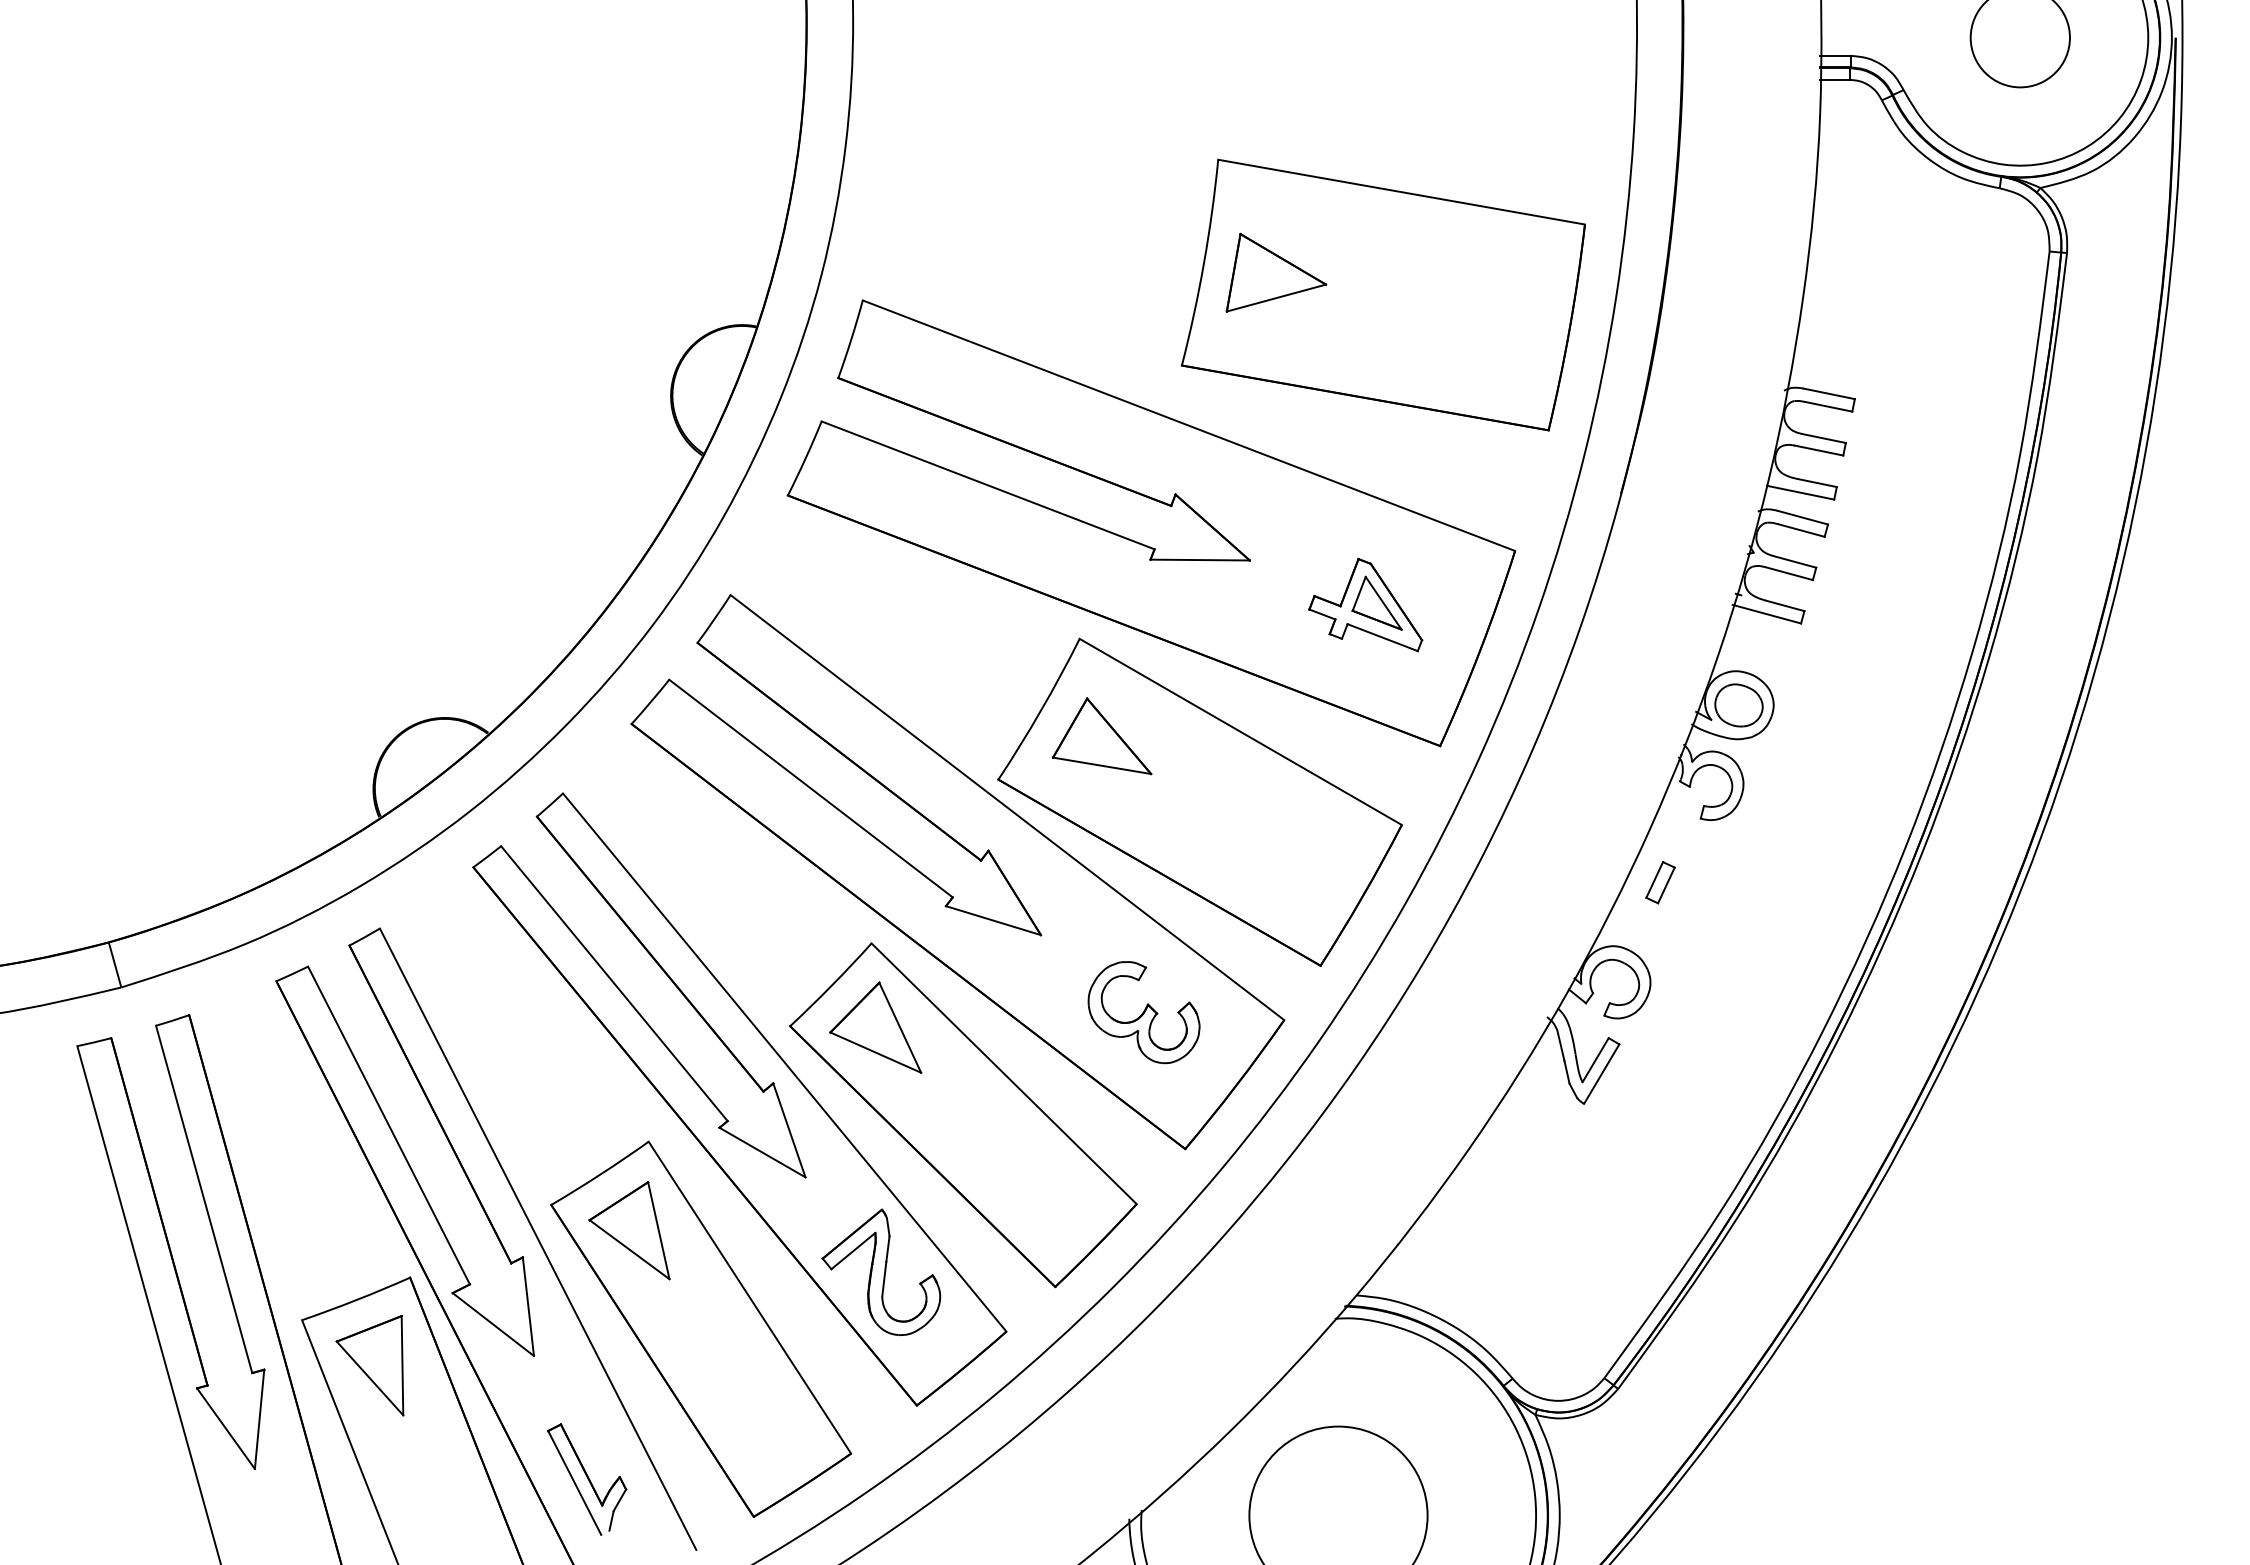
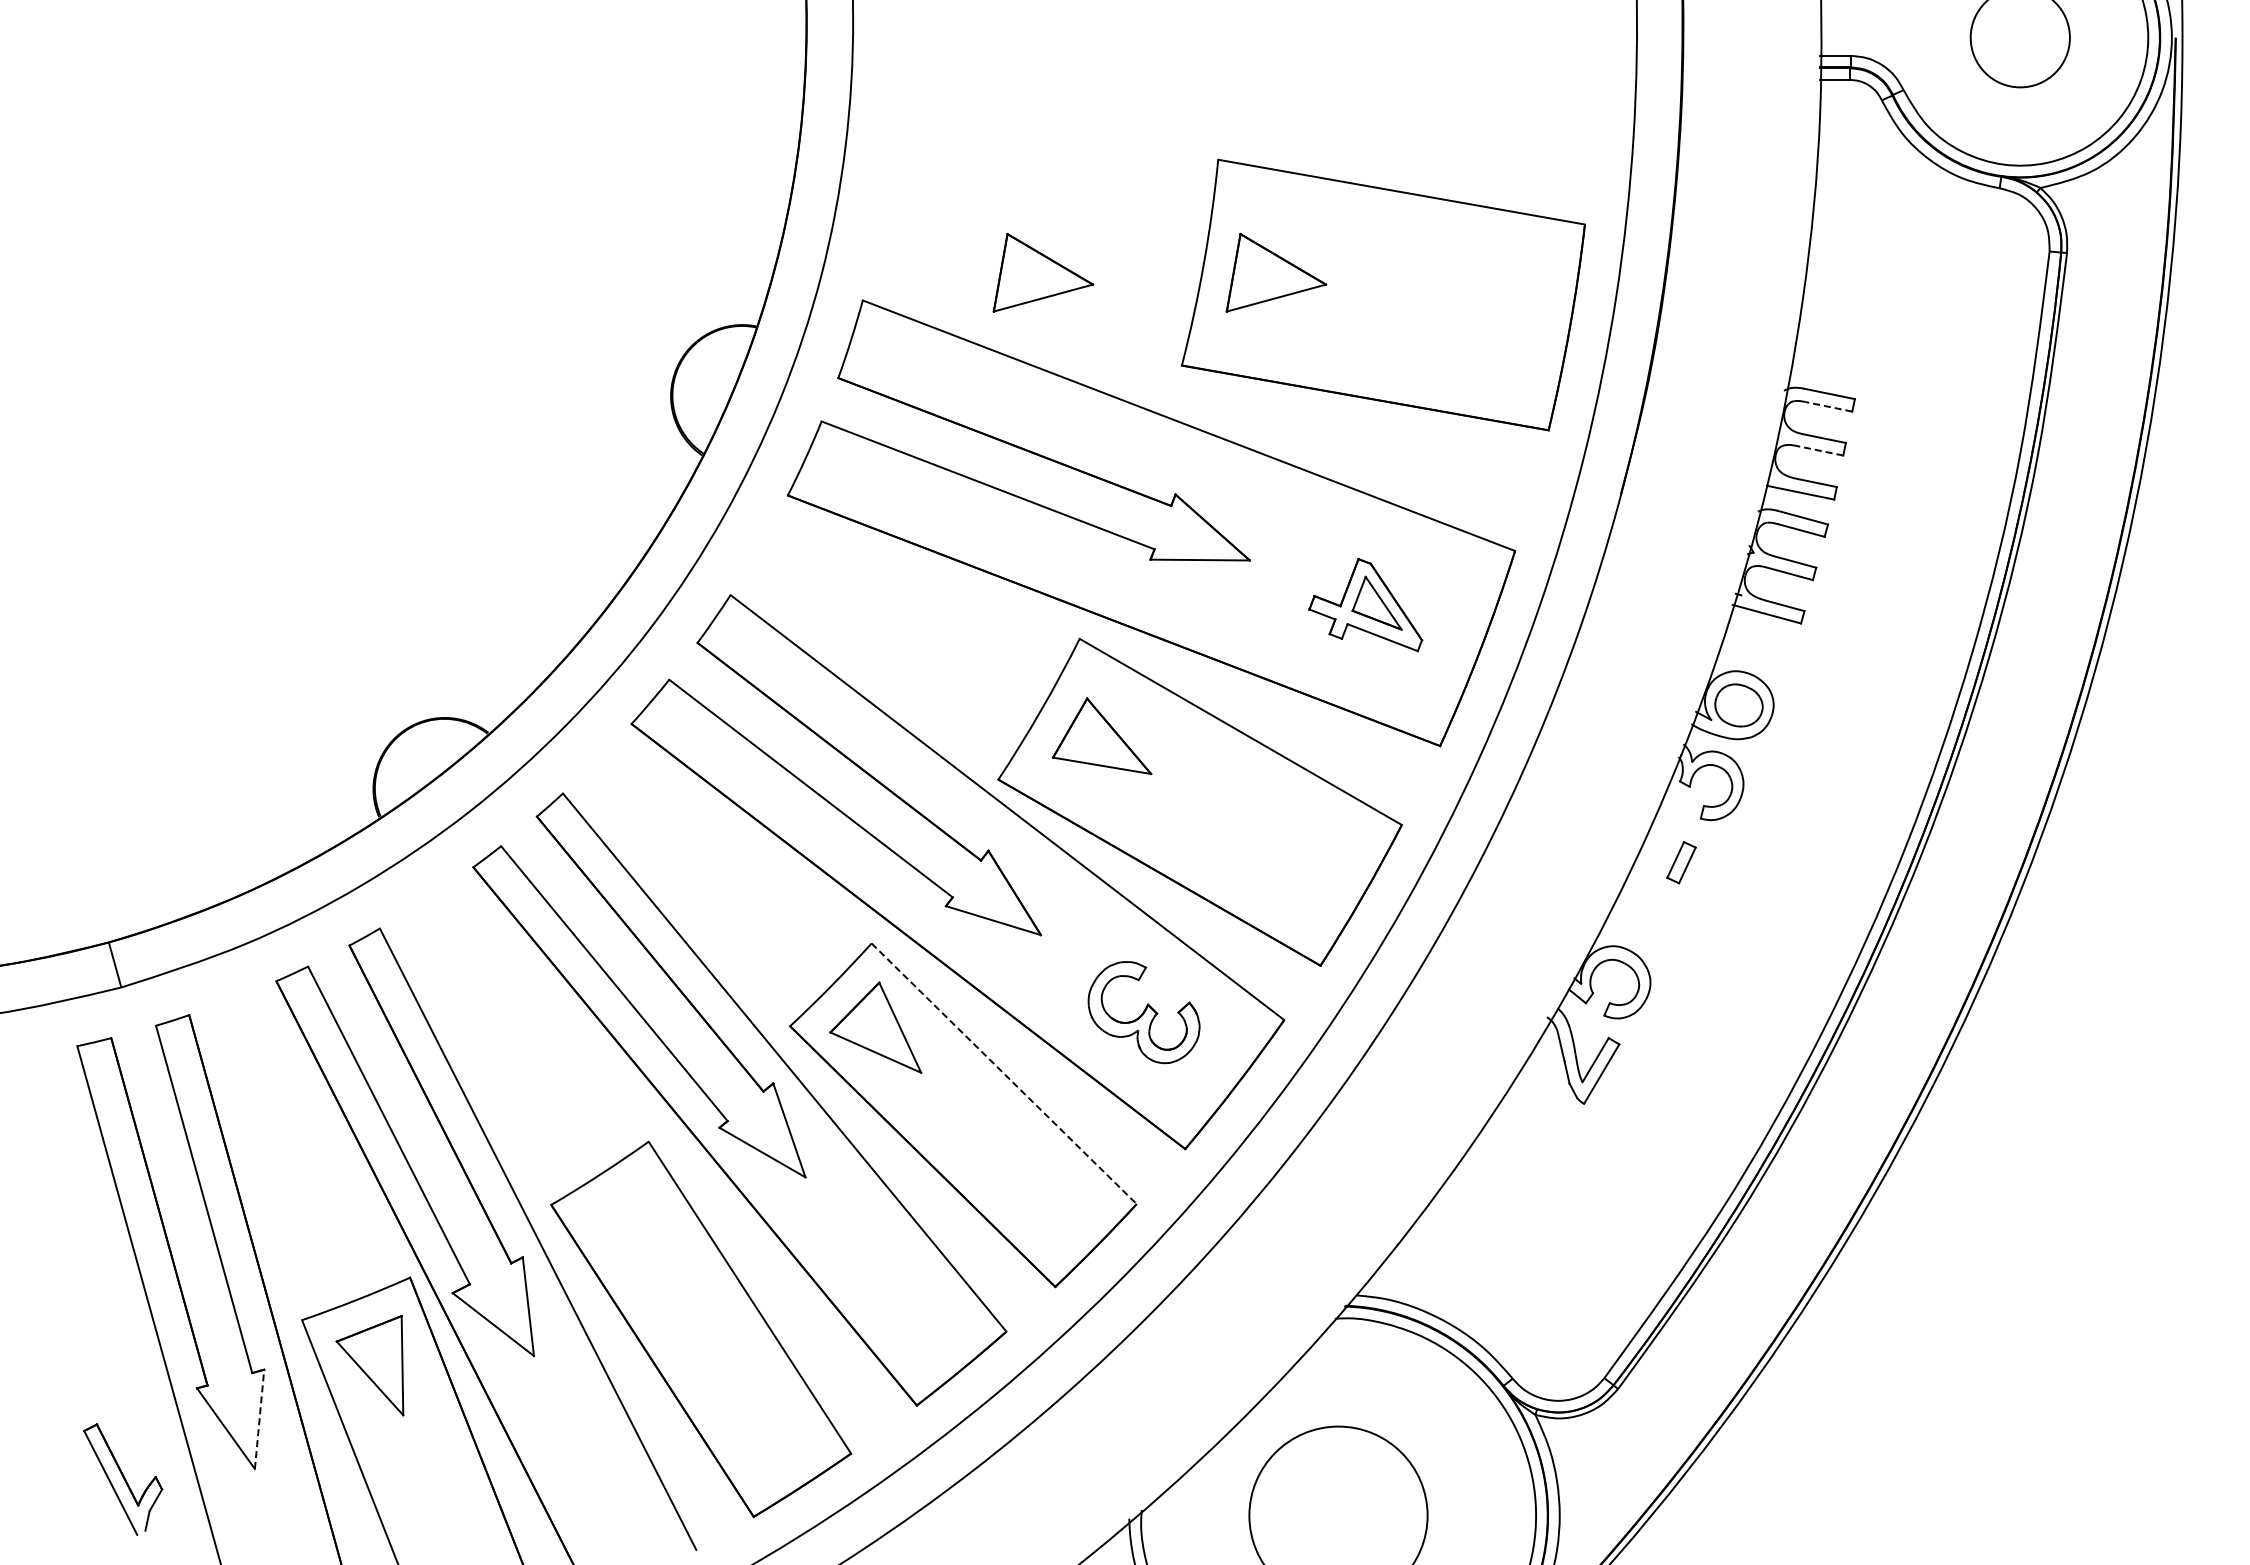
part at (1043, 272): none -> present
line at (1828, 406): solid -> dashed
line at (1819, 450): solid -> dashed
part at (1660, 882) position: (1660, 882) -> (1681, 862)
line at (1004, 1073): solid -> dashed
part at (629, 1230): present -> none
part at (881, 1271): present -> none
line at (259, 1419): solid -> dashed
part at (587, 1479) position: (587, 1479) -> (123, 1479)
